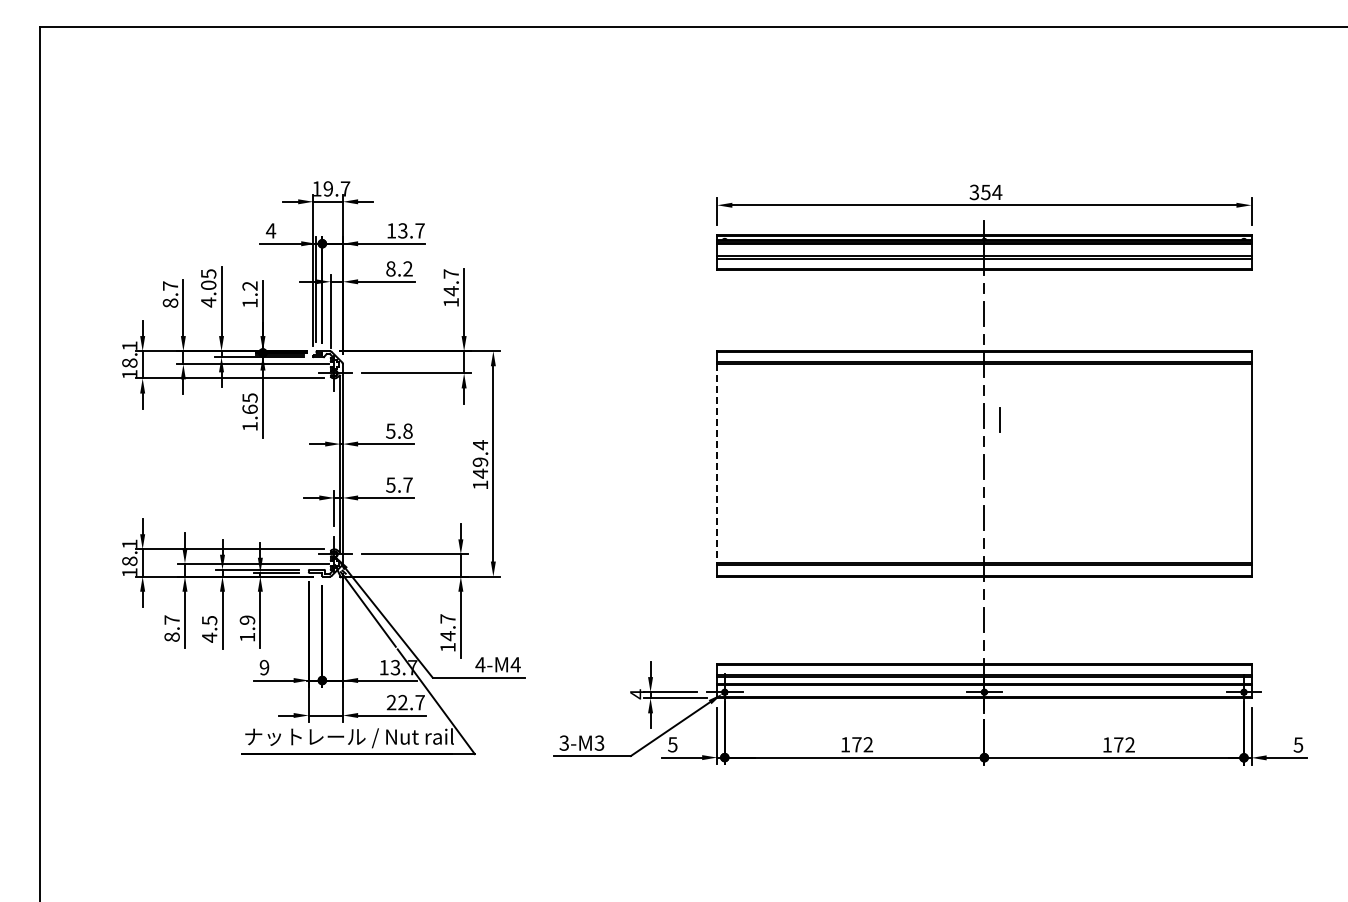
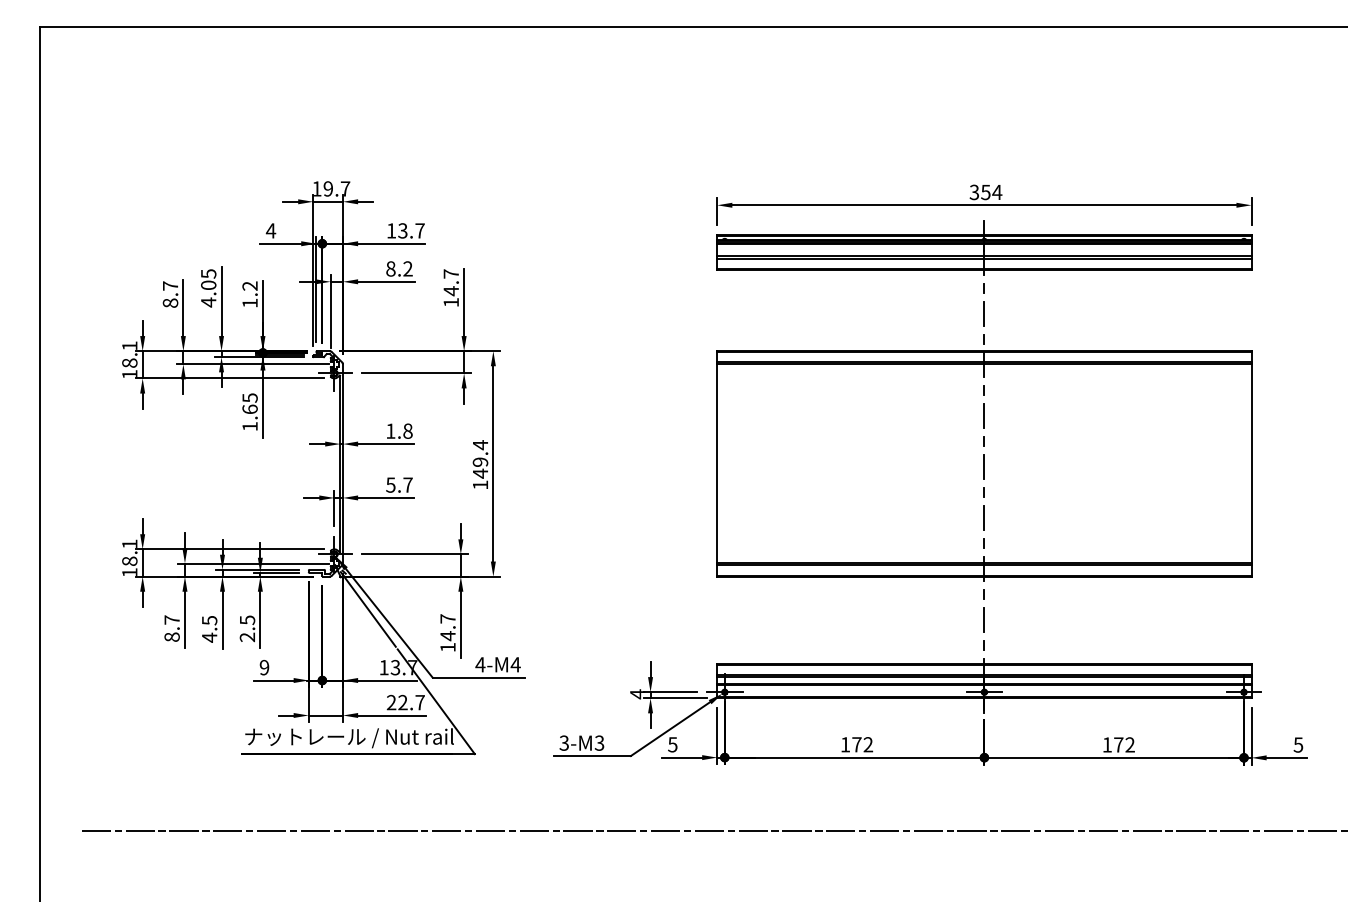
line at (999, 419): present -> none
text at (390, 430): 5.8 -> 1.8
line at (717, 464): dashed -> solid
text at (247, 628): 1.9 -> 2.5
line at (712, 831): none -> present
